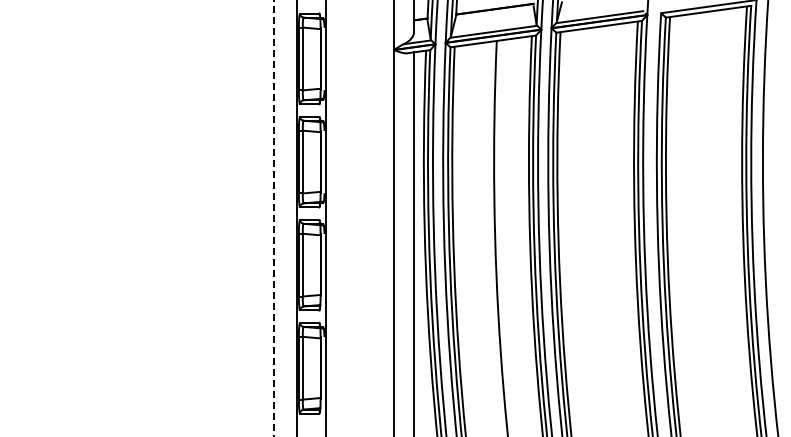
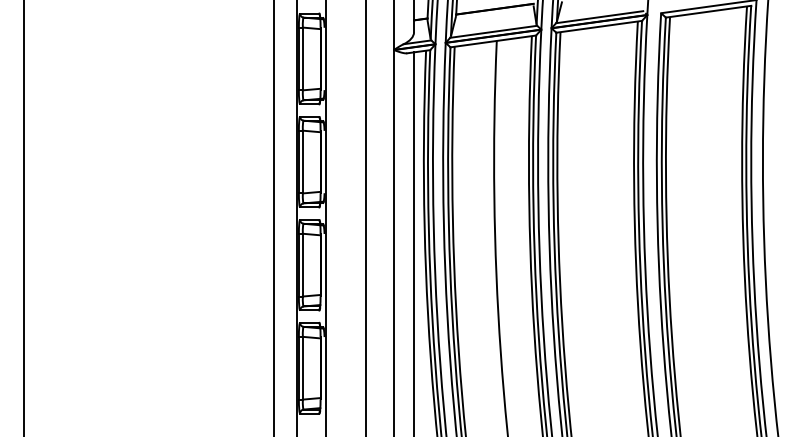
line at (23, 217): none -> present
line at (365, 217): none -> present
line at (273, 218): dashed -> solid
